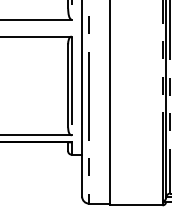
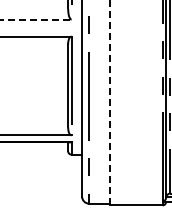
line at (35, 19): solid -> dashed
line at (110, 102): solid -> dashed
